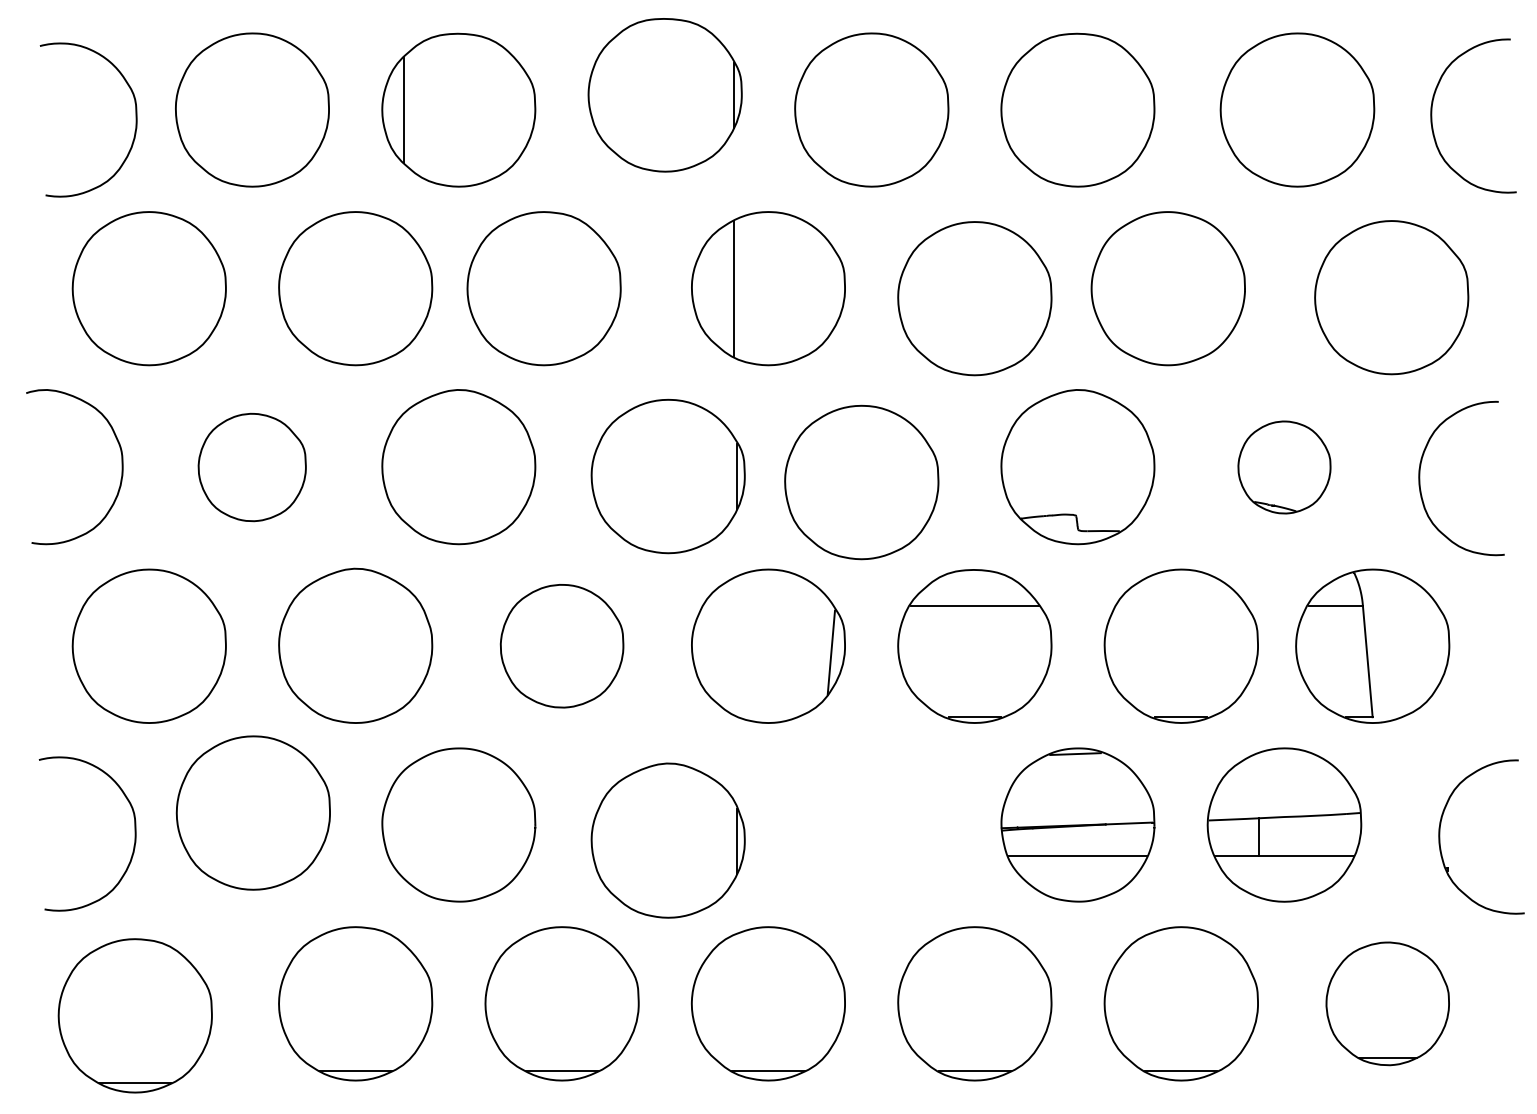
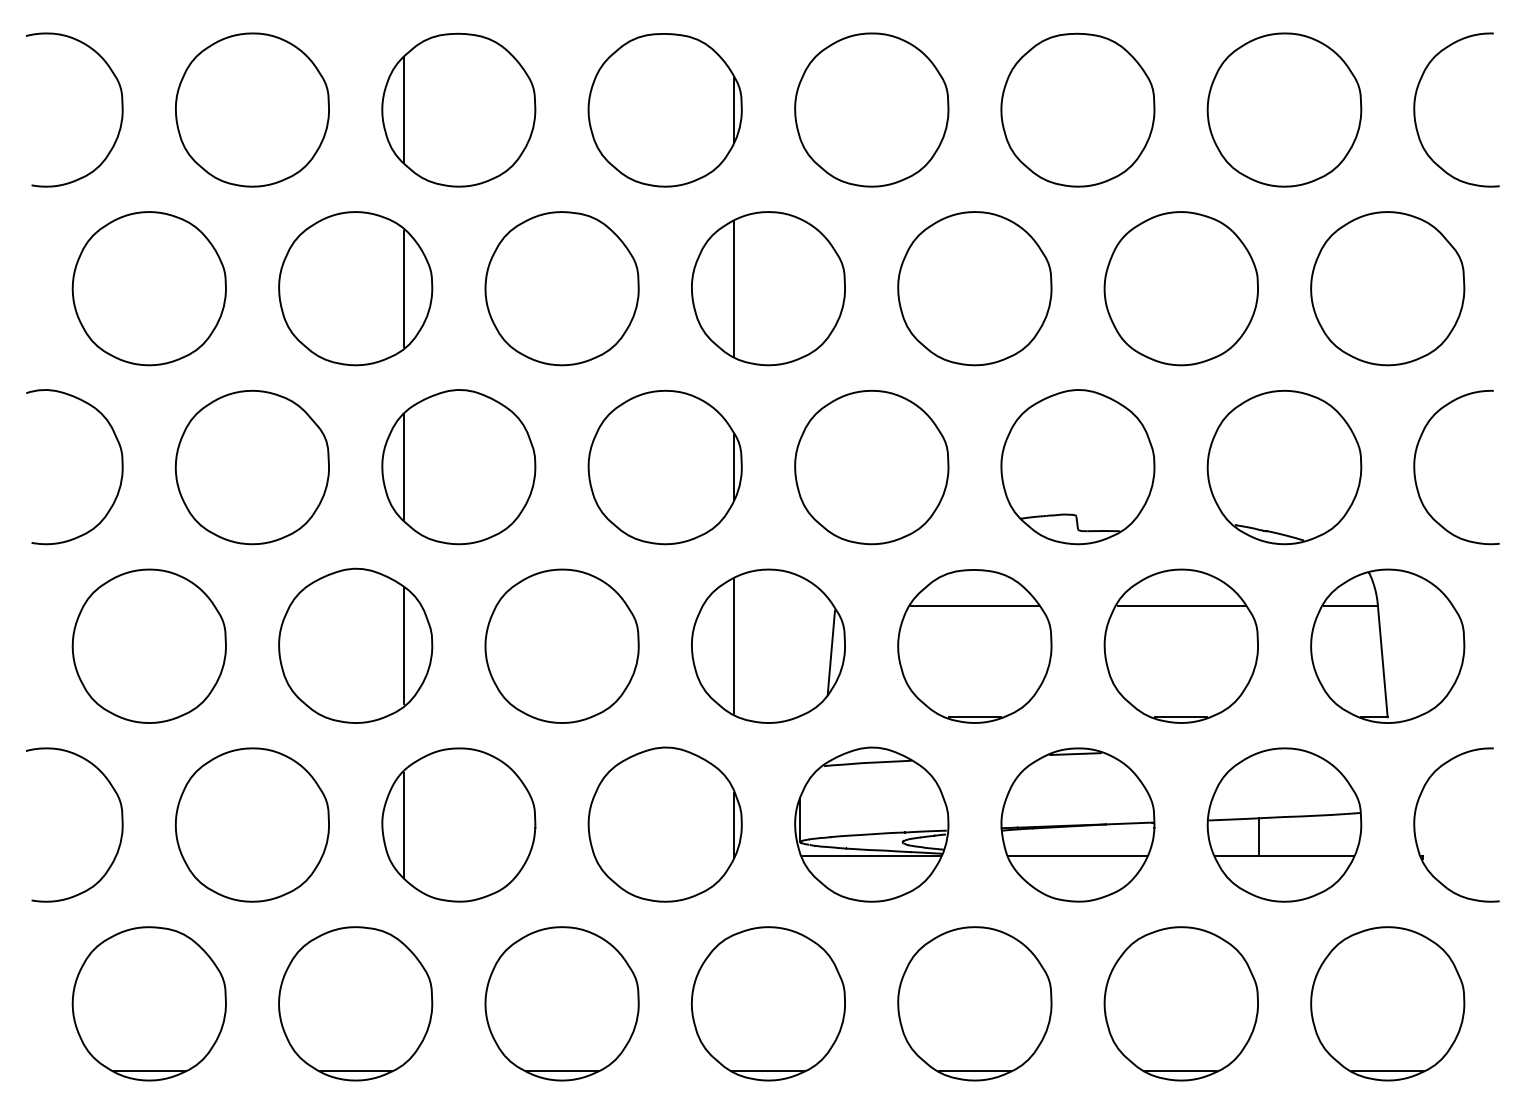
part at (664, 95) position: (664, 95) -> (664, 110)
part at (1297, 109) position: (1297, 109) -> (1284, 109)
curve at (1432, 115) position: (1432, 115) -> (1415, 109)
curve at (135, 119) position: (135, 119) -> (121, 109)
line at (403, 288): none -> present
part at (543, 288) position: (543, 288) -> (561, 288)
part at (1167, 288) position: (1167, 288) -> (1180, 288)
part at (1391, 297) position: (1391, 297) -> (1387, 288)
part at (974, 298) position: (974, 298) -> (974, 288)
part at (251, 467) size: 110x111 px -> 156x157 px
line at (403, 467): none -> present
part at (1284, 467) size: 95x95 px -> 157x157 px
part at (667, 476) position: (667, 476) -> (664, 467)
curve at (1420, 478) position: (1420, 478) -> (1415, 467)
part at (861, 482) position: (861, 482) -> (871, 467)
line at (1180, 606): none -> present
line at (733, 645): none -> present
part at (1372, 645) position: (1372, 645) -> (1387, 645)
line at (403, 646): none -> present
part at (561, 646) size: 126x125 px -> 156x156 px
part at (252, 812) position: (252, 812) -> (251, 824)
line at (403, 824): none -> present
part at (871, 824): none -> present
curve at (134, 833) position: (134, 833) -> (121, 824)
part at (1440, 836) position: (1440, 836) -> (1415, 824)
part at (667, 840) position: (667, 840) -> (664, 824)
part at (1387, 1003) size: 125x126 px -> 156x156 px
part at (134, 1015) position: (134, 1015) -> (148, 1003)
